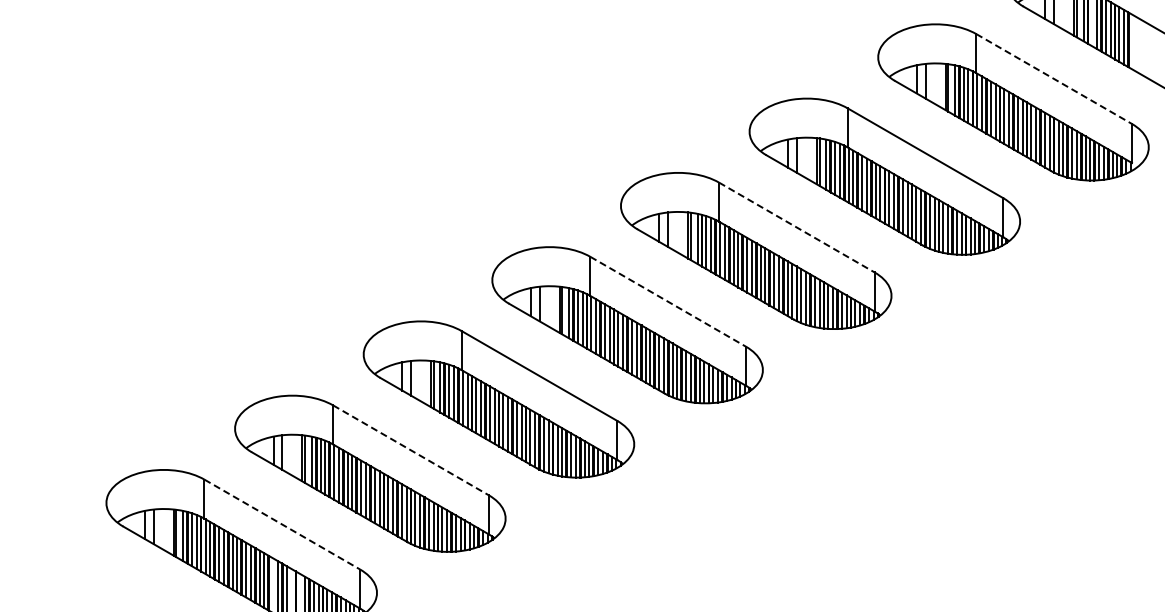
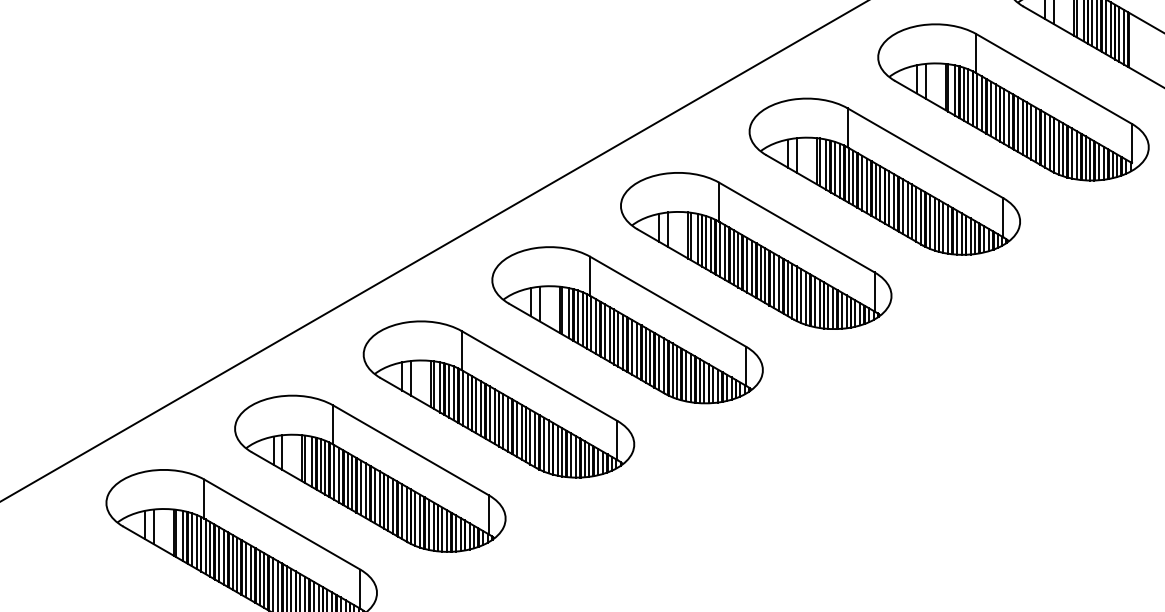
line at (1092, 24): none -> present
line at (1054, 79): dashed -> solid
line at (796, 227): dashed -> solid
line at (433, 251): none -> present
line at (668, 301): dashed -> solid
line at (410, 450): dashed -> solid
line at (282, 524): dashed -> solid
line at (273, 583): none -> present
line at (291, 588): none -> present
line at (300, 591): none -> present
